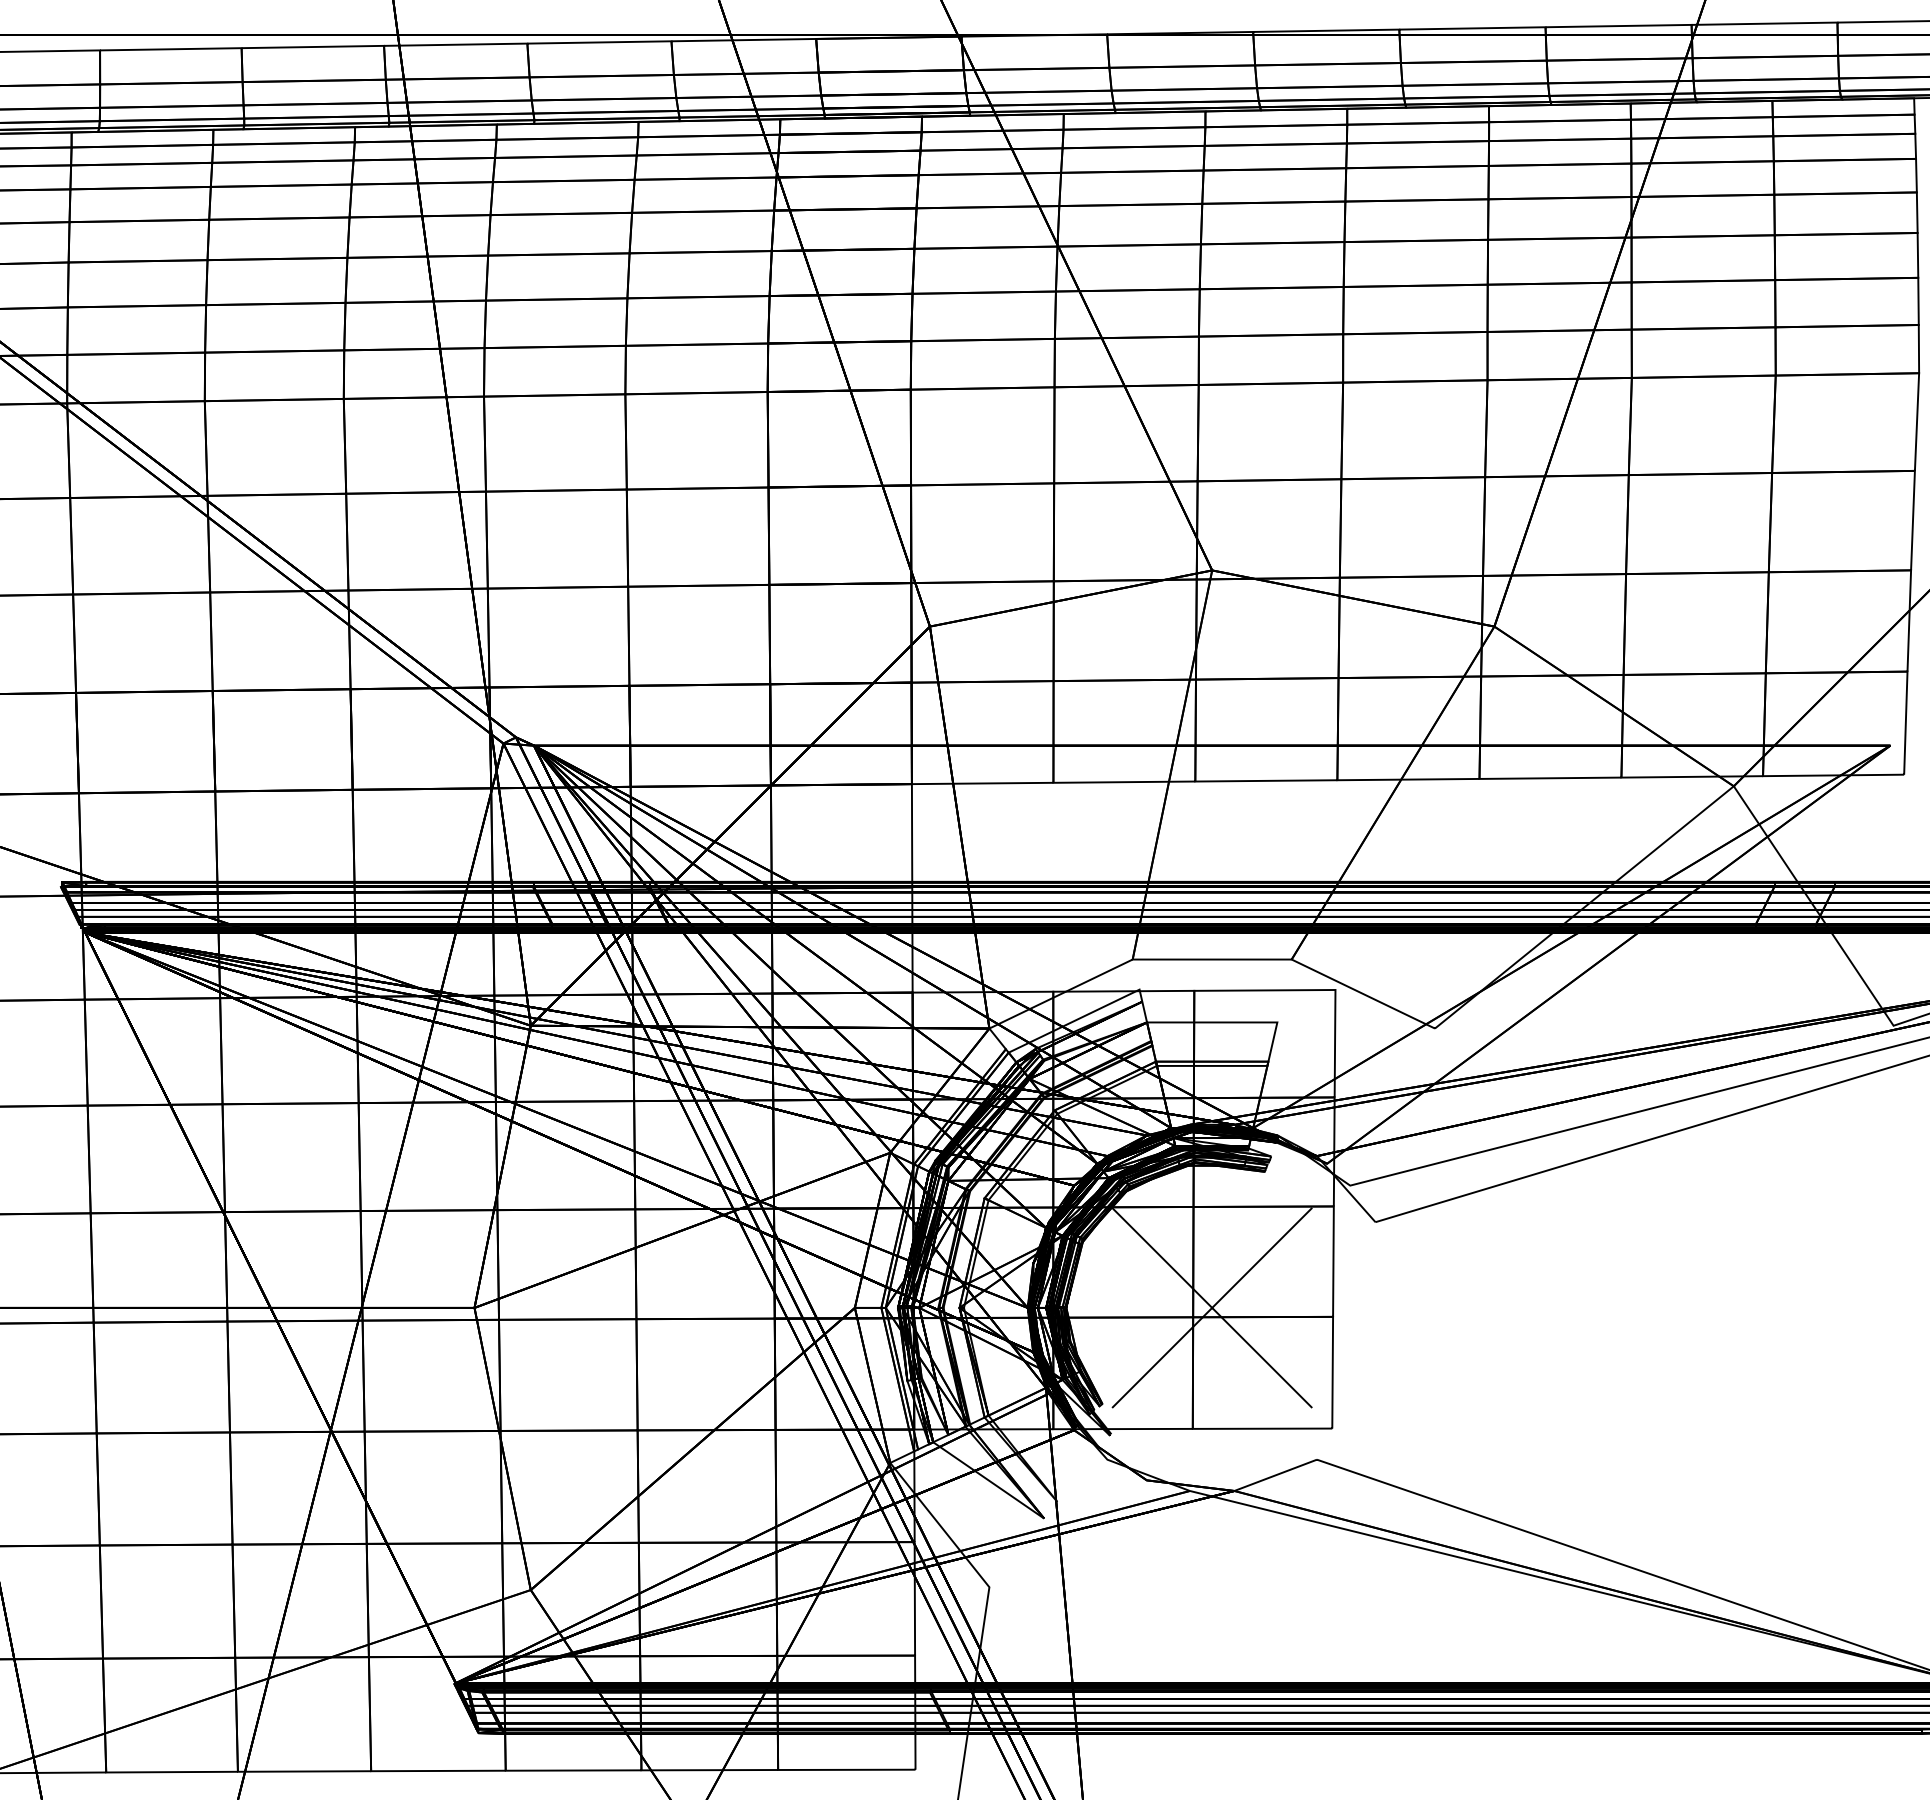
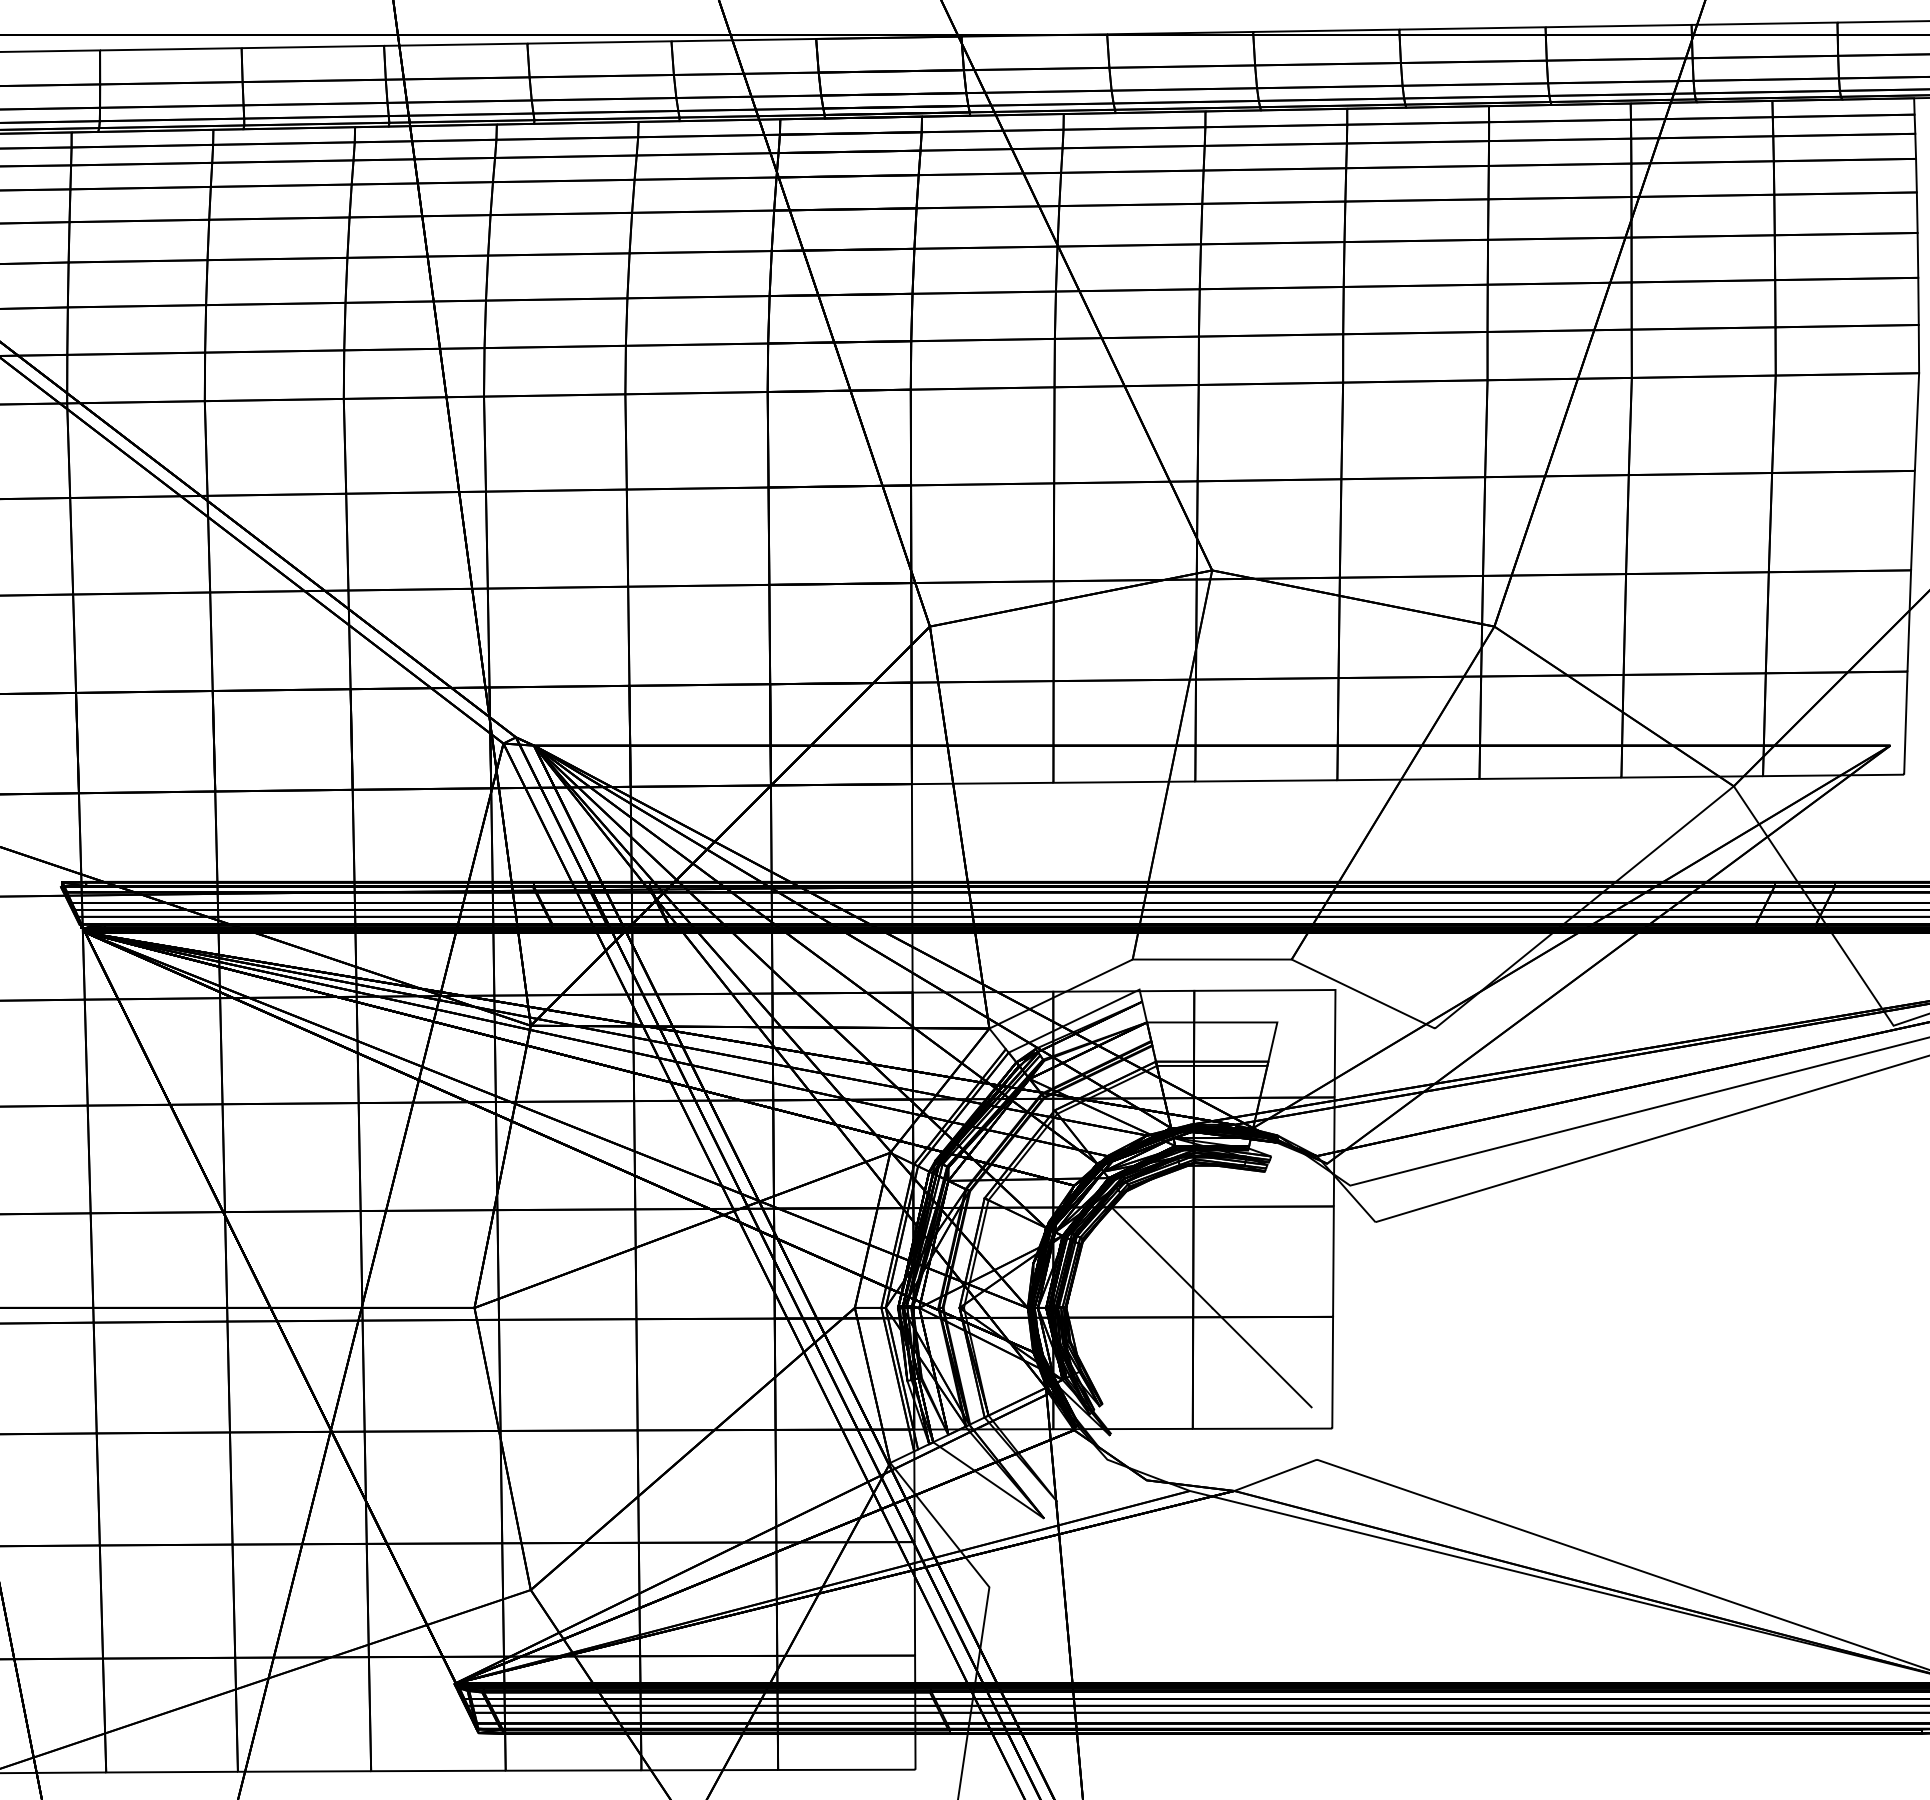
line at (1211, 1307): present -> none
